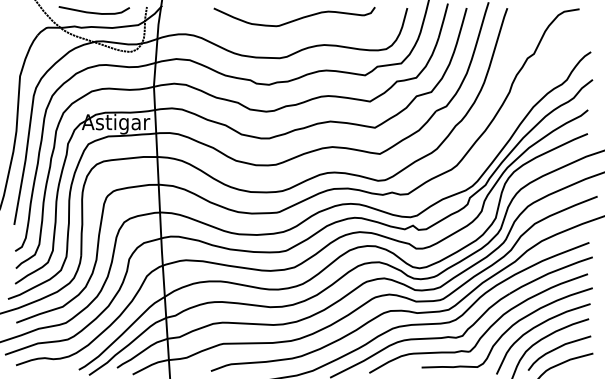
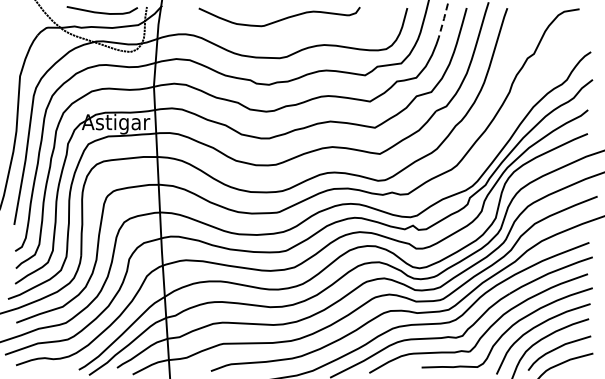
curve at (94, 12) position: (94, 12) -> (102, 12)
curve at (294, 19) position: (294, 19) -> (279, 19)
line at (443, 21): solid -> dashed
